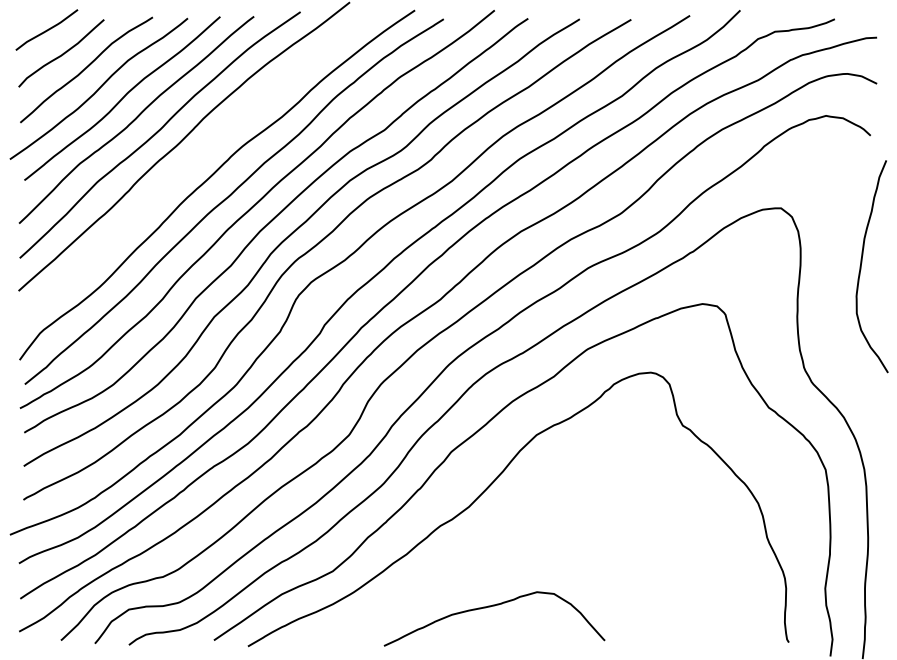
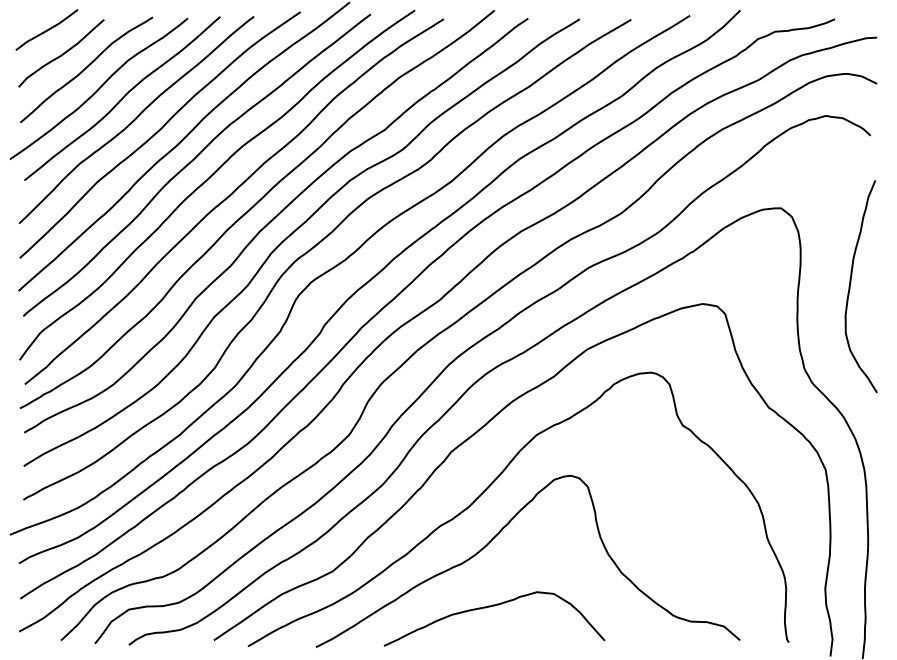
curve at (194, 160): none -> present
curve at (862, 262) position: (862, 262) -> (851, 282)
curve at (500, 532): none -> present
